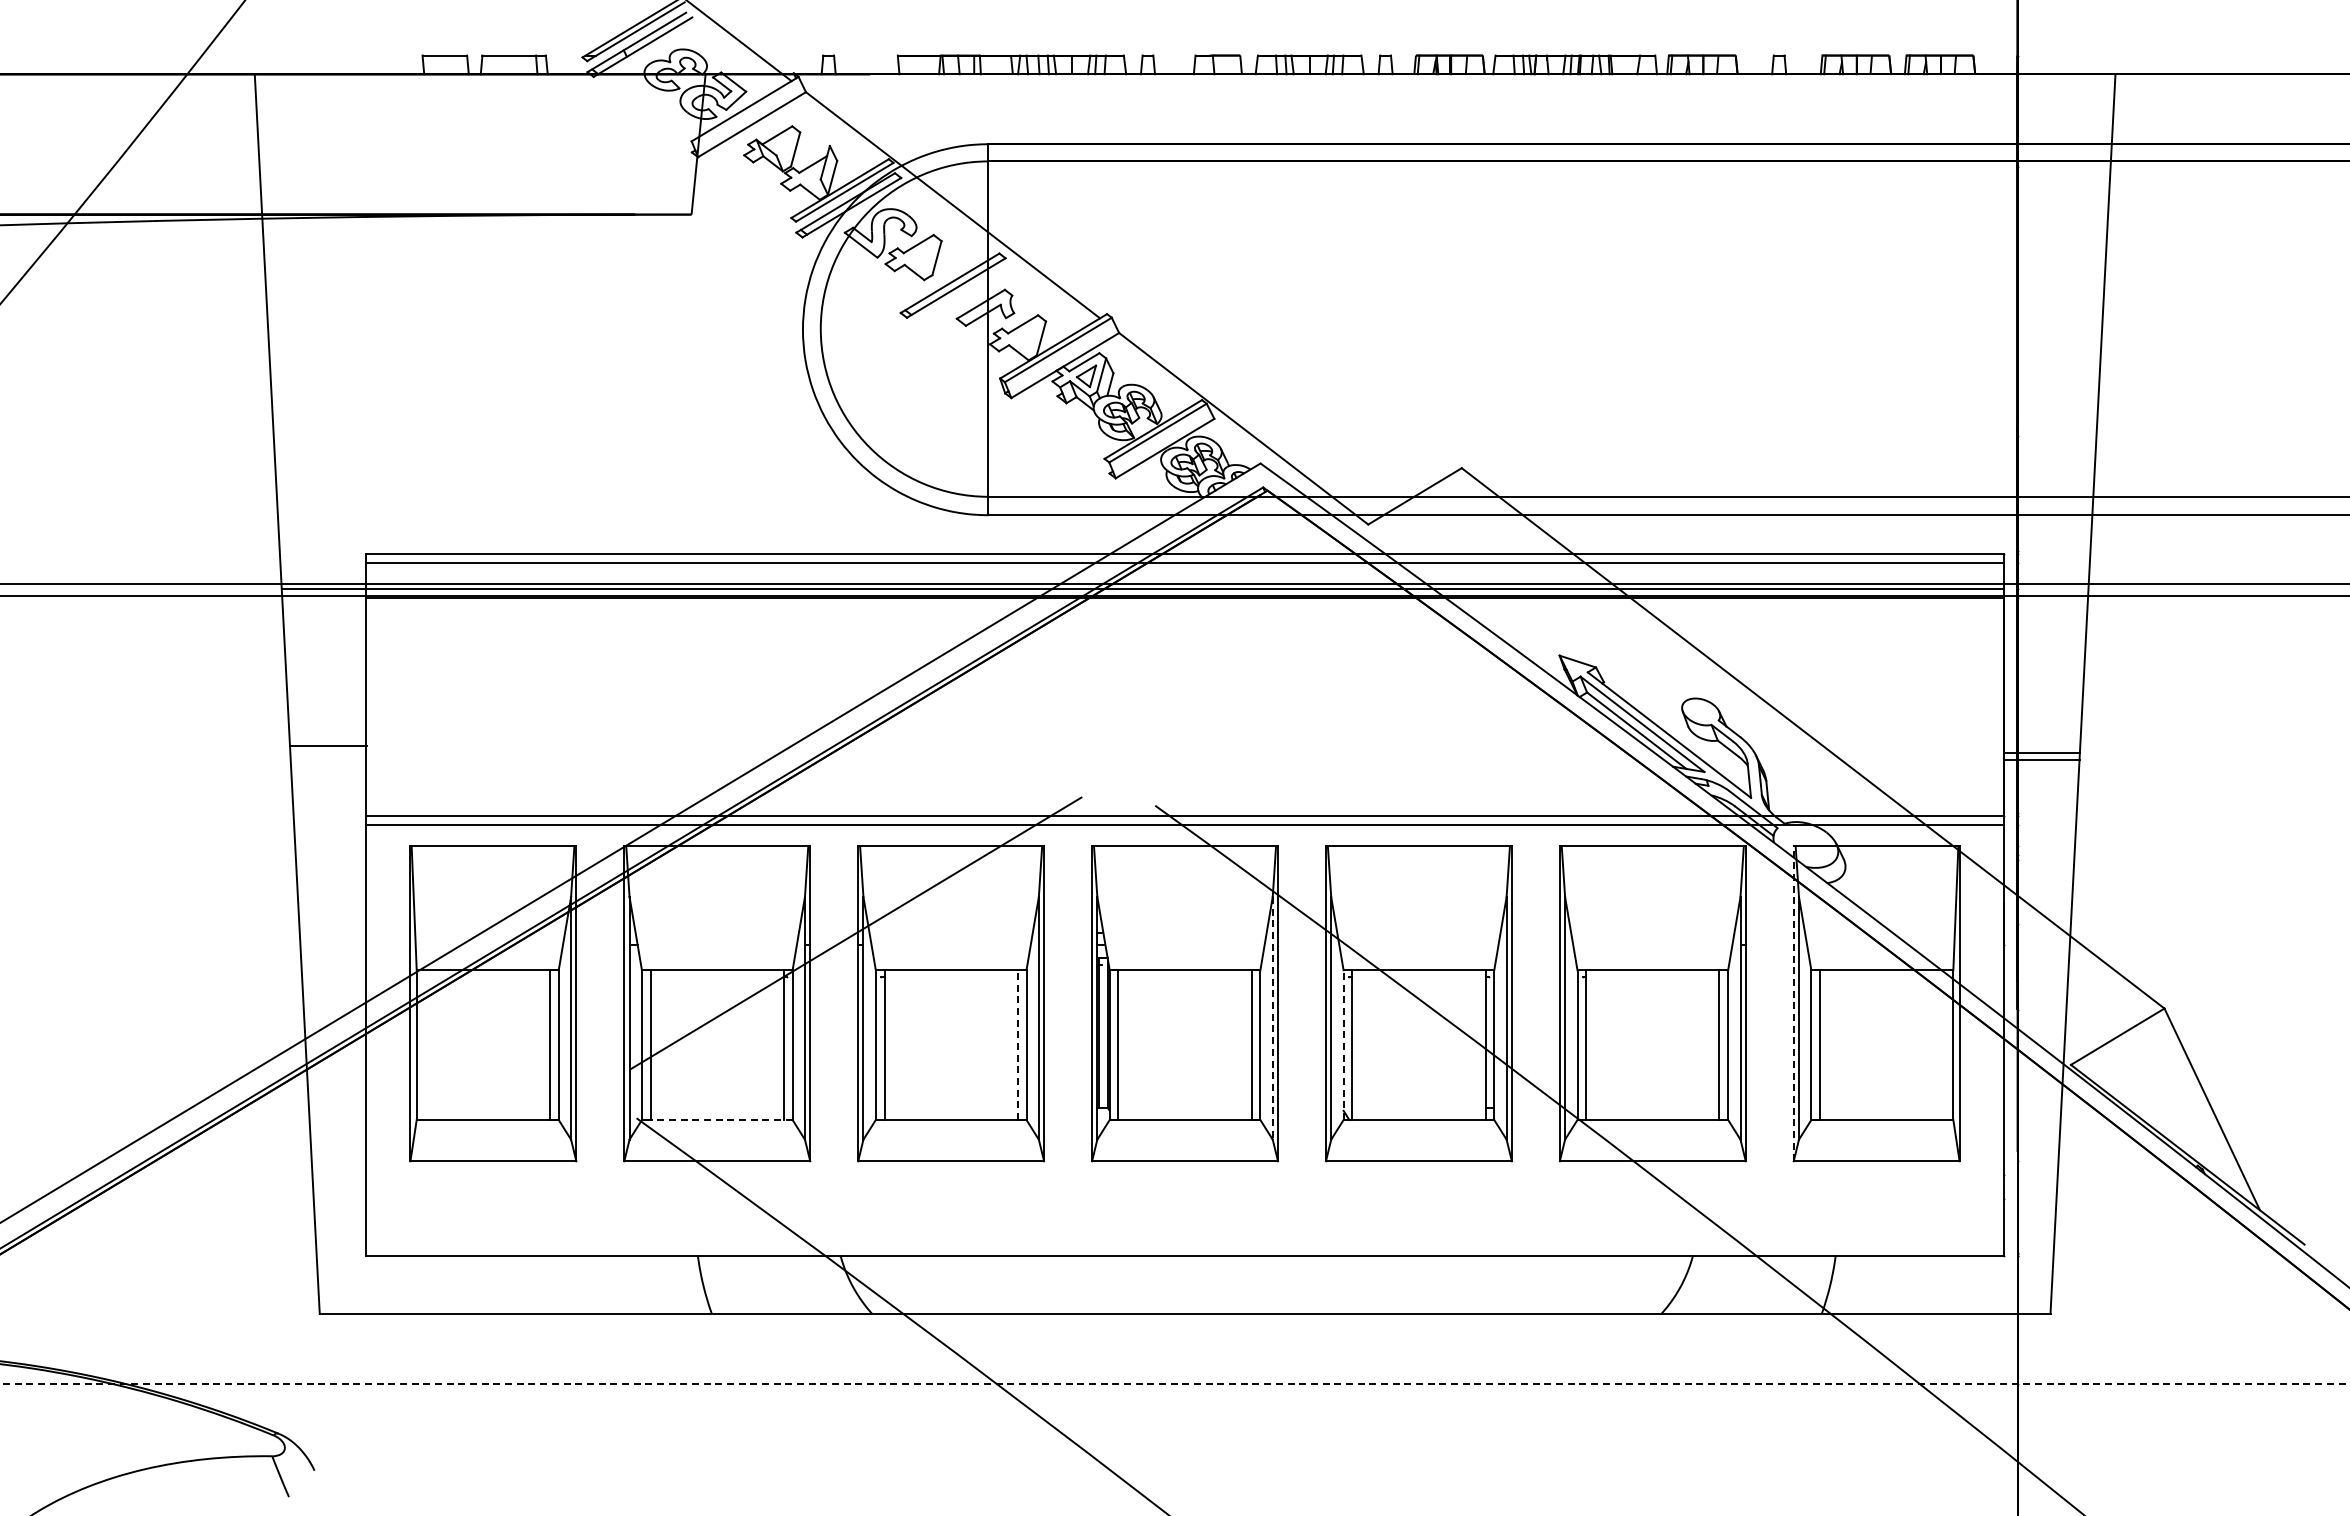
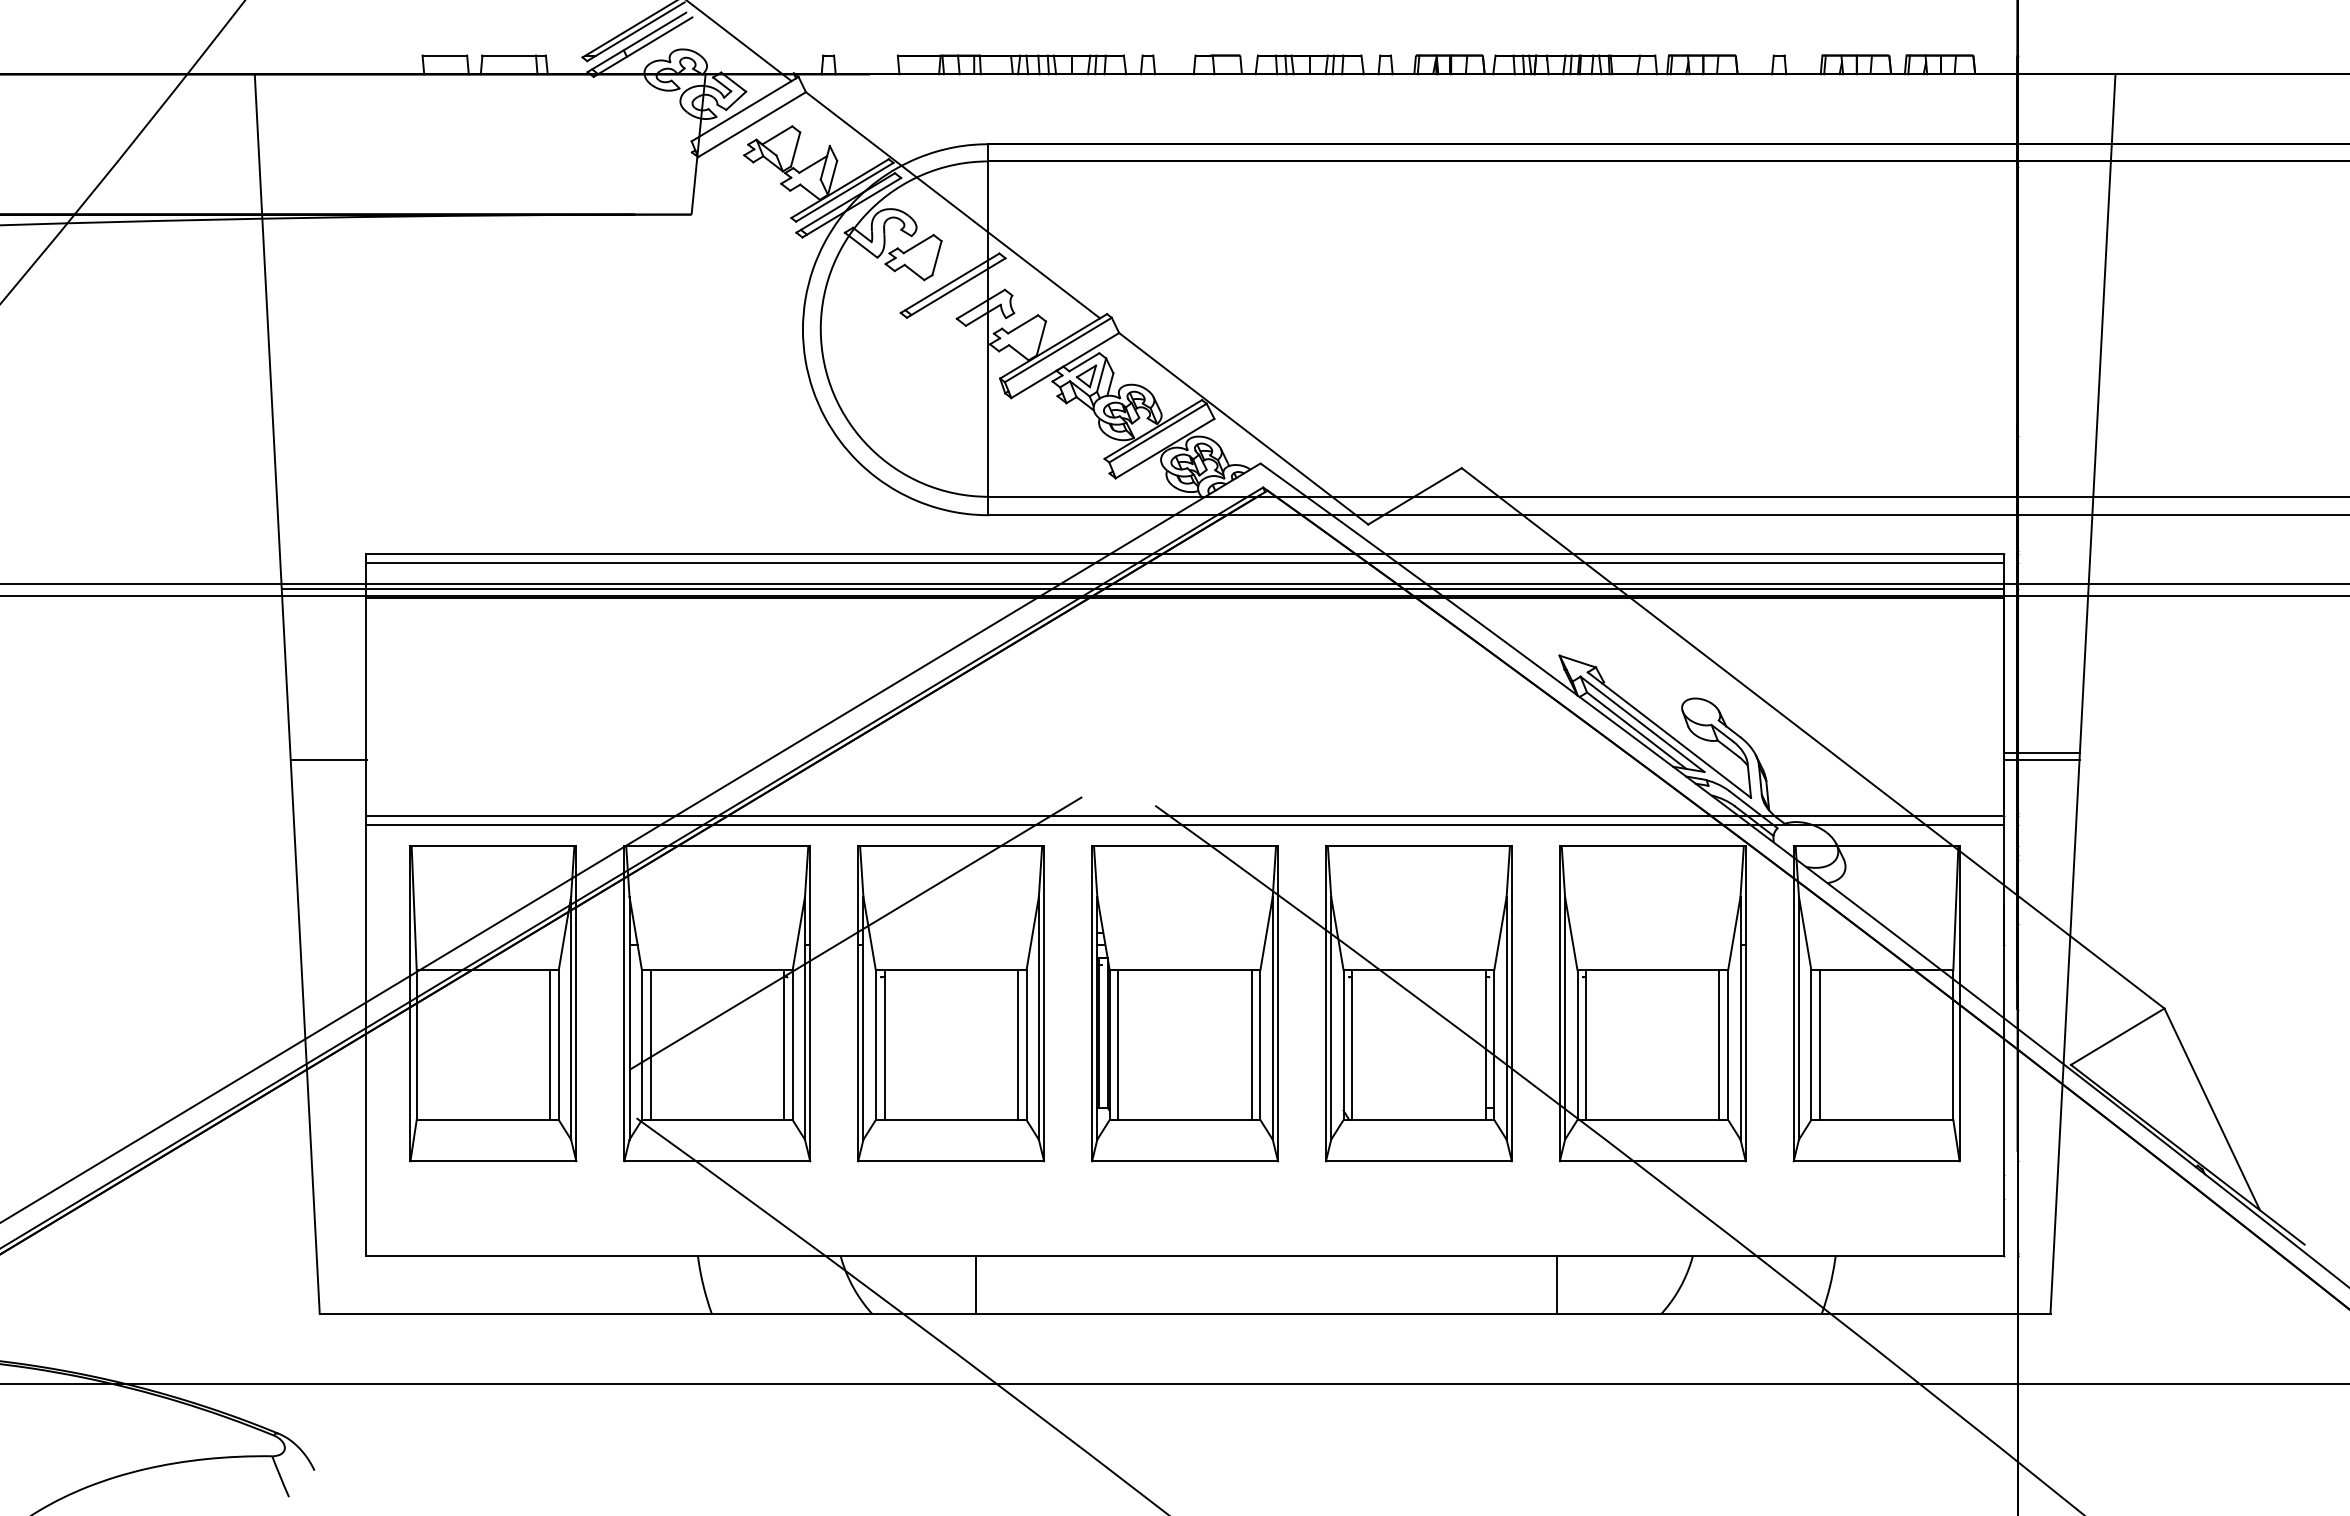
line at (328, 745) position: (328, 745) -> (328, 759)
line at (1793, 1003): dashed -> solid
line at (1272, 1018): dashed -> solid
line at (1017, 1045): dashed -> solid
line at (1343, 1045): dashed -> solid
line at (716, 1119): dashed -> solid
line at (976, 1284): none -> present
line at (1557, 1284): none -> present
line at (1174, 1384): dashed -> solid
